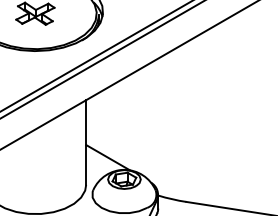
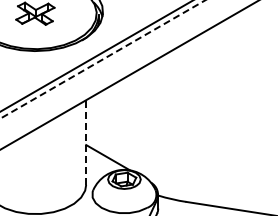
line at (102, 59): solid -> dashed
line at (86, 142): solid -> dashed
